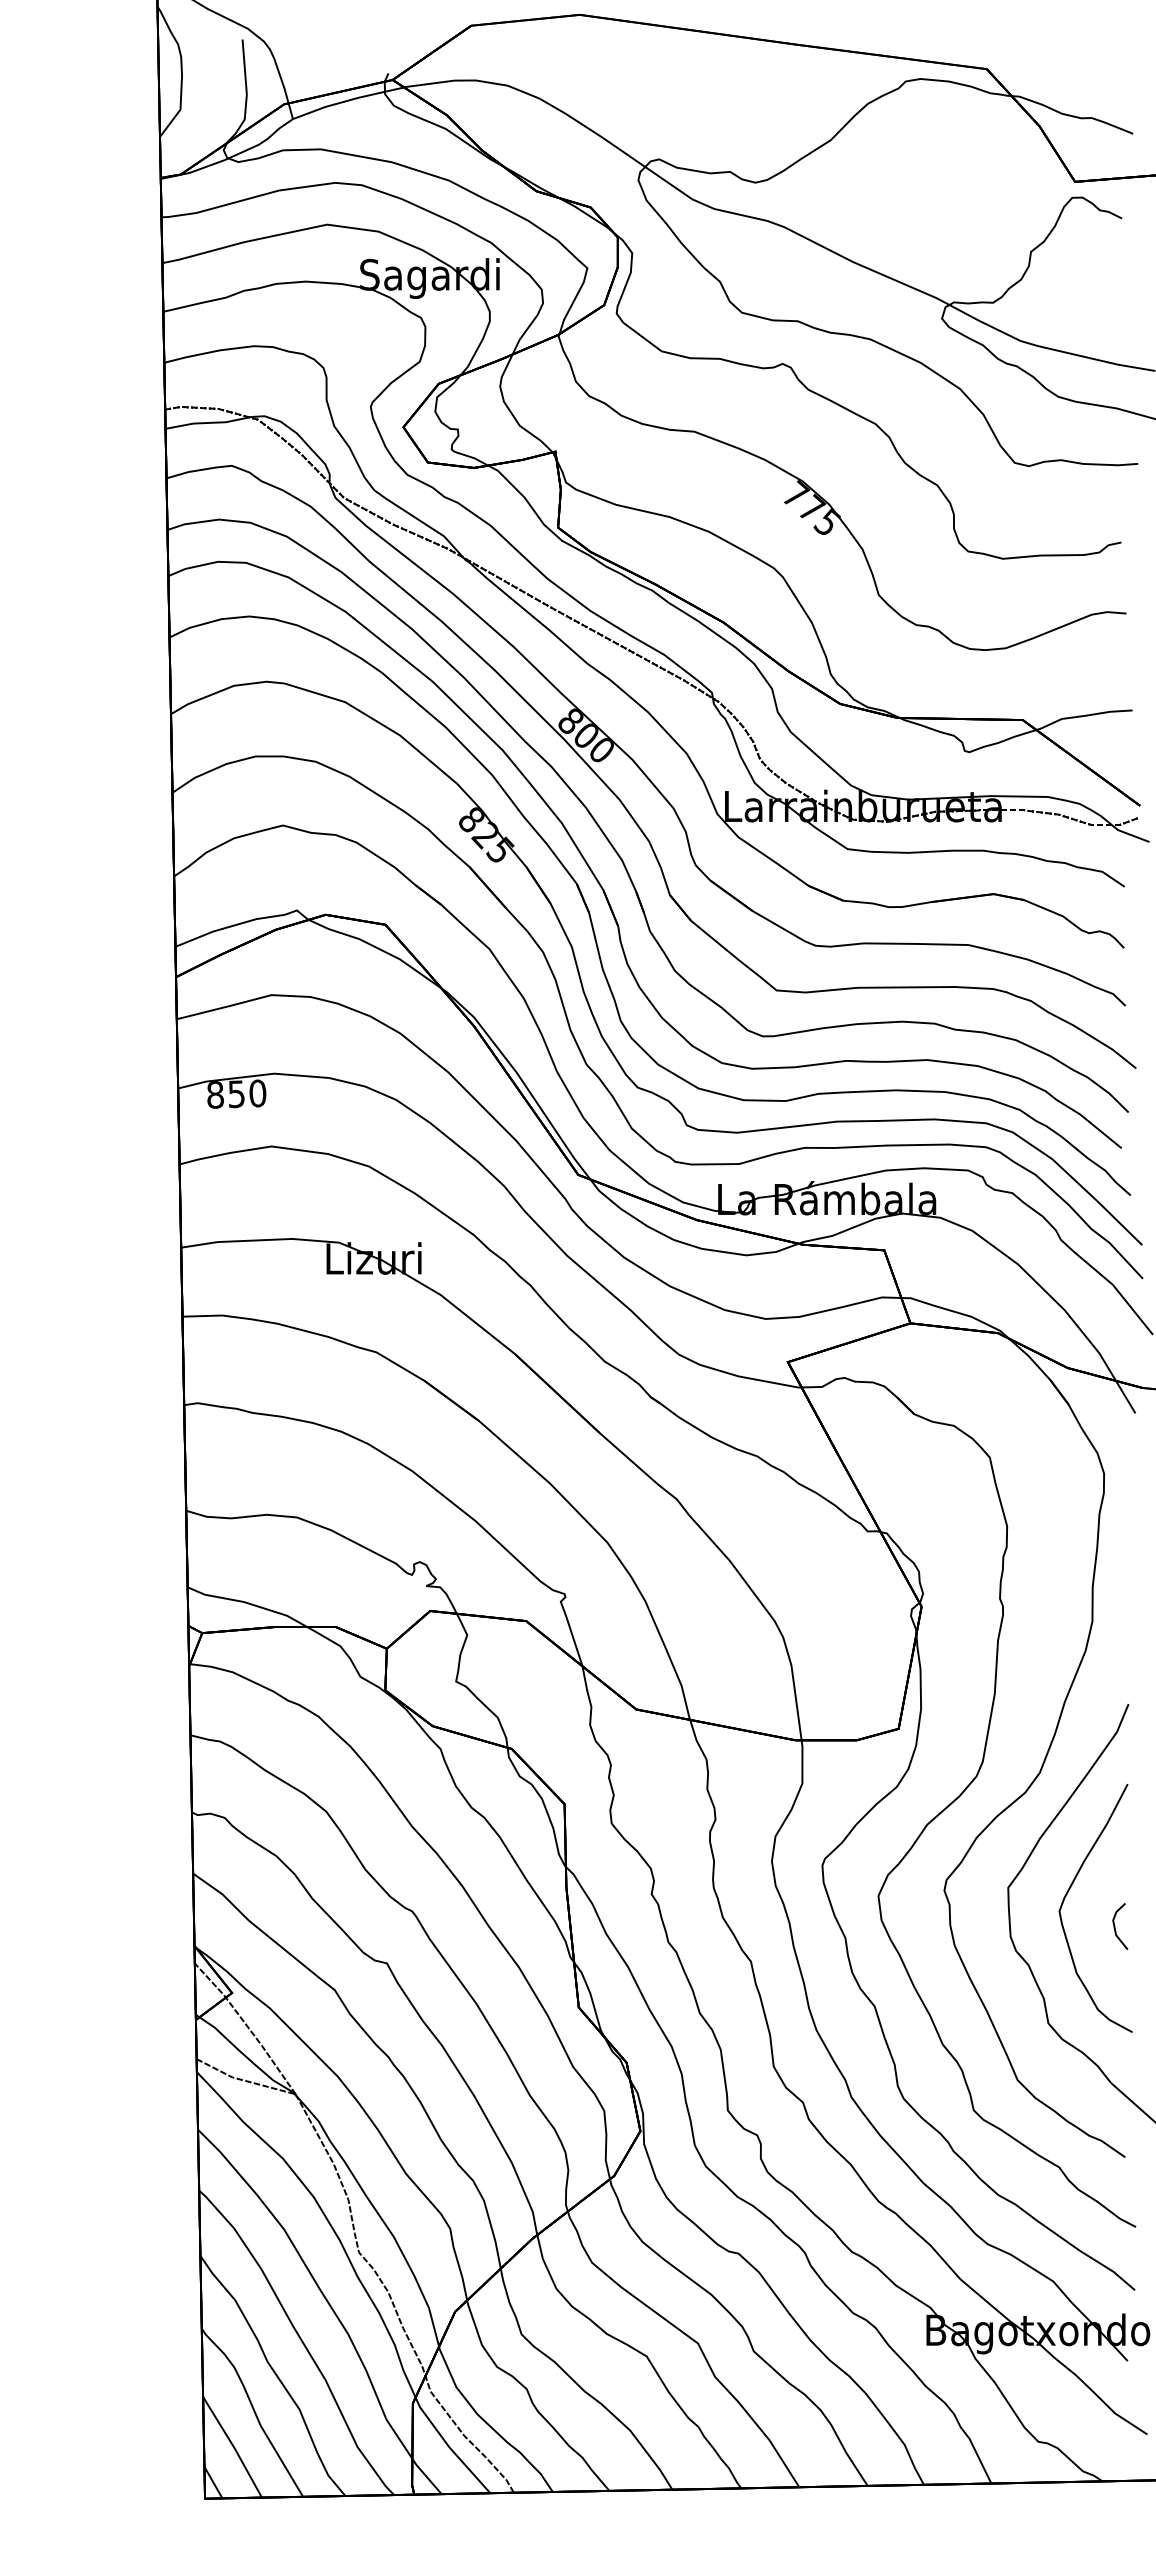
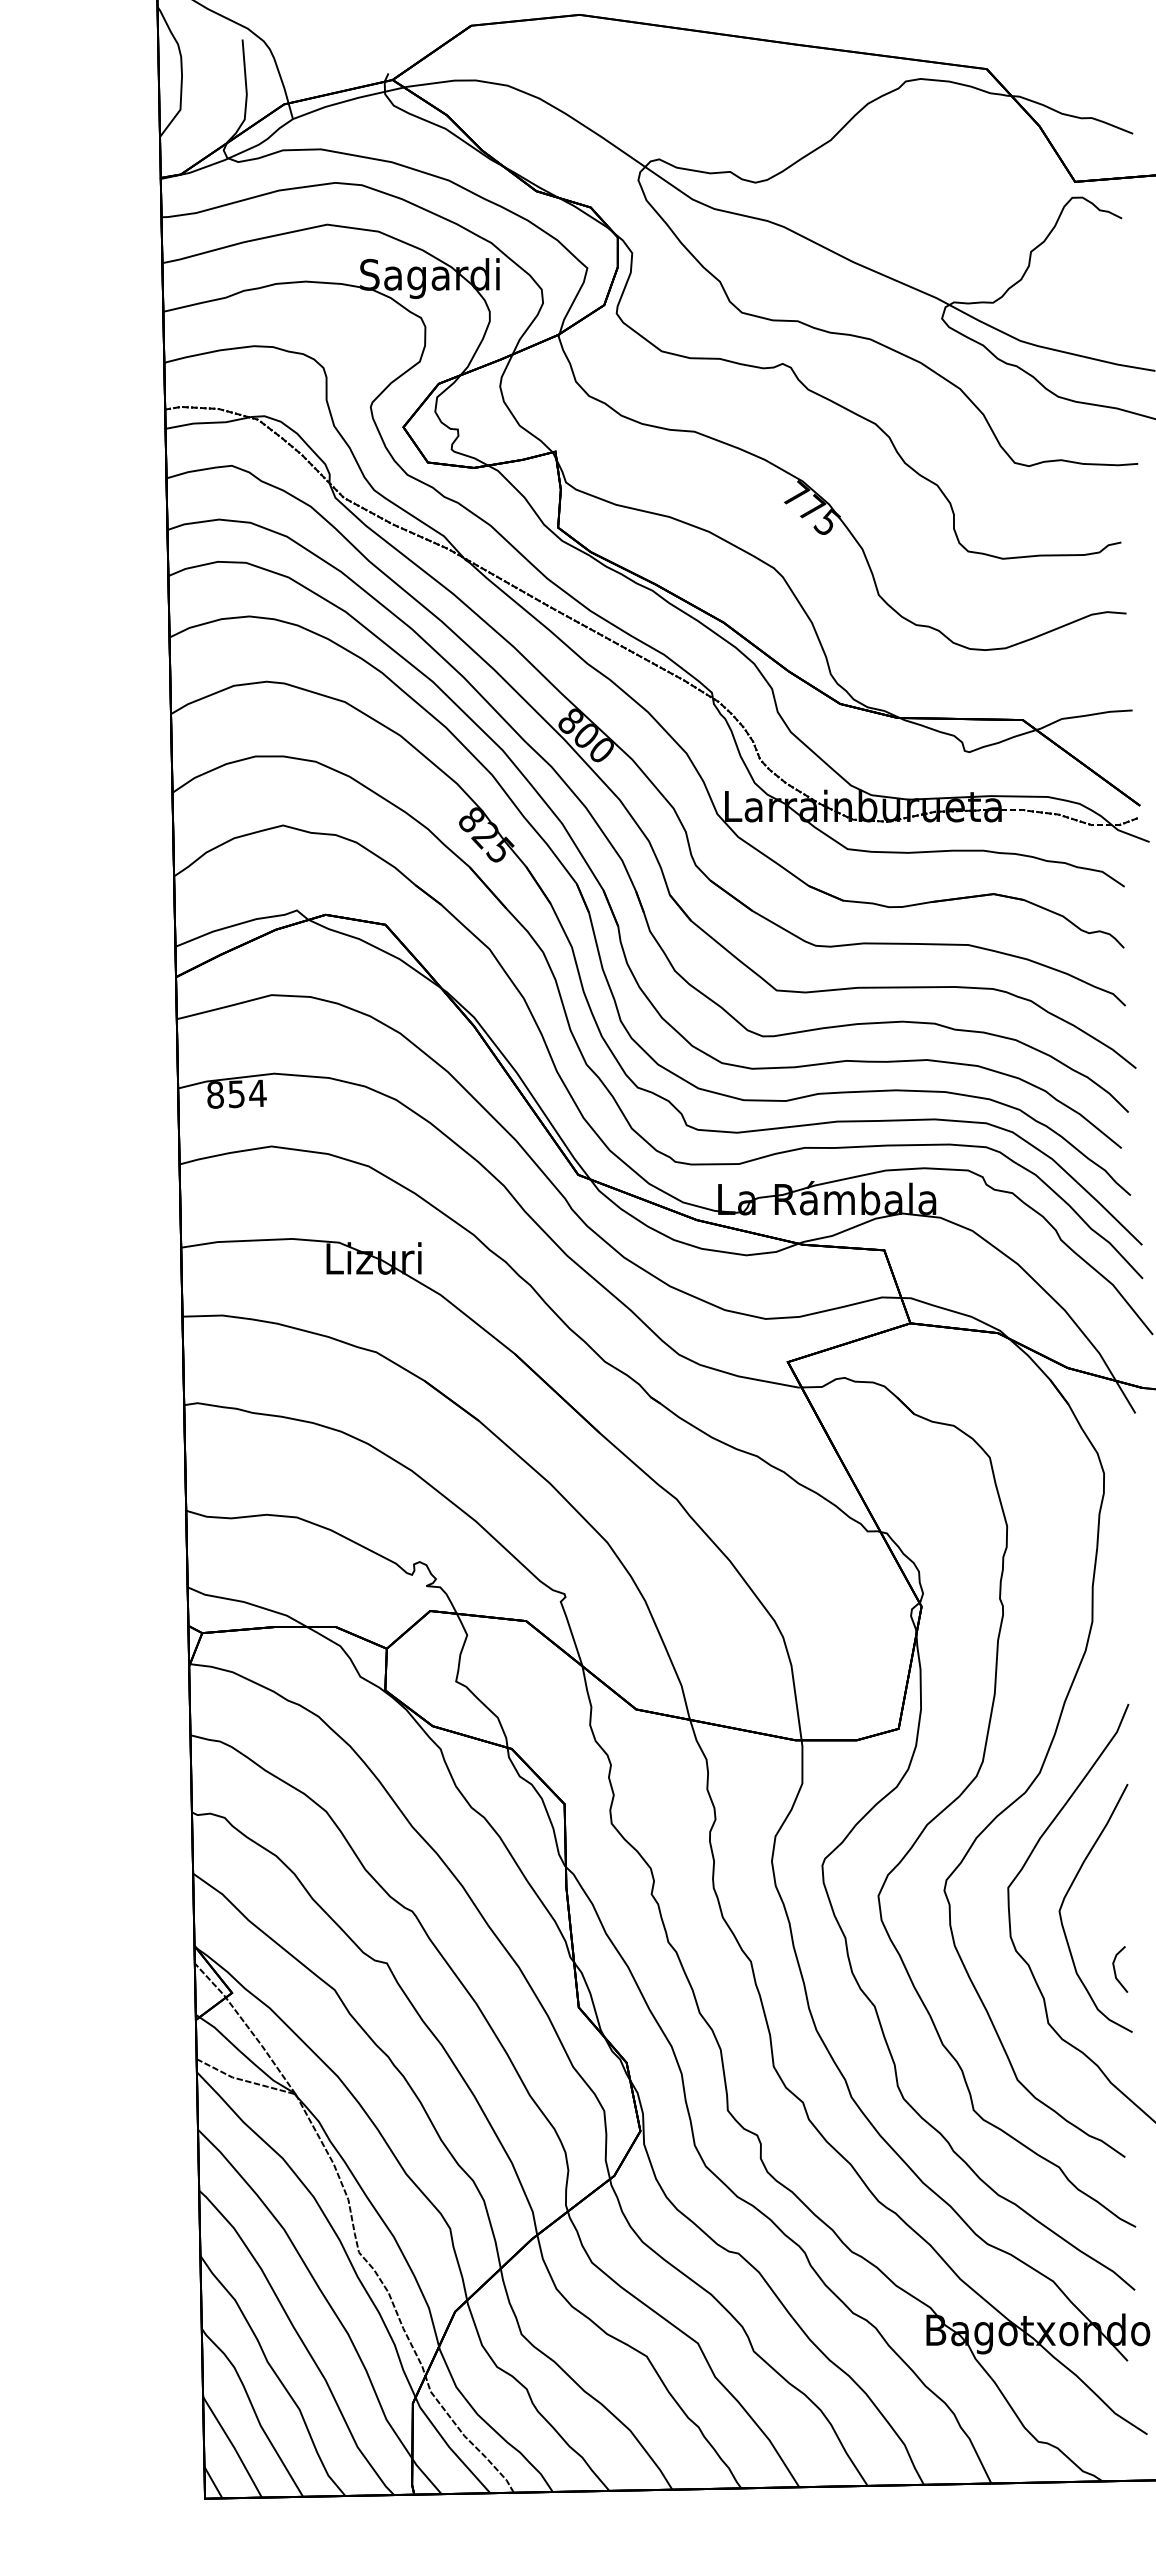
text at (257, 1093): 850 -> 854
line at (1115, 1926) position: (1115, 1926) -> (1115, 1969)
